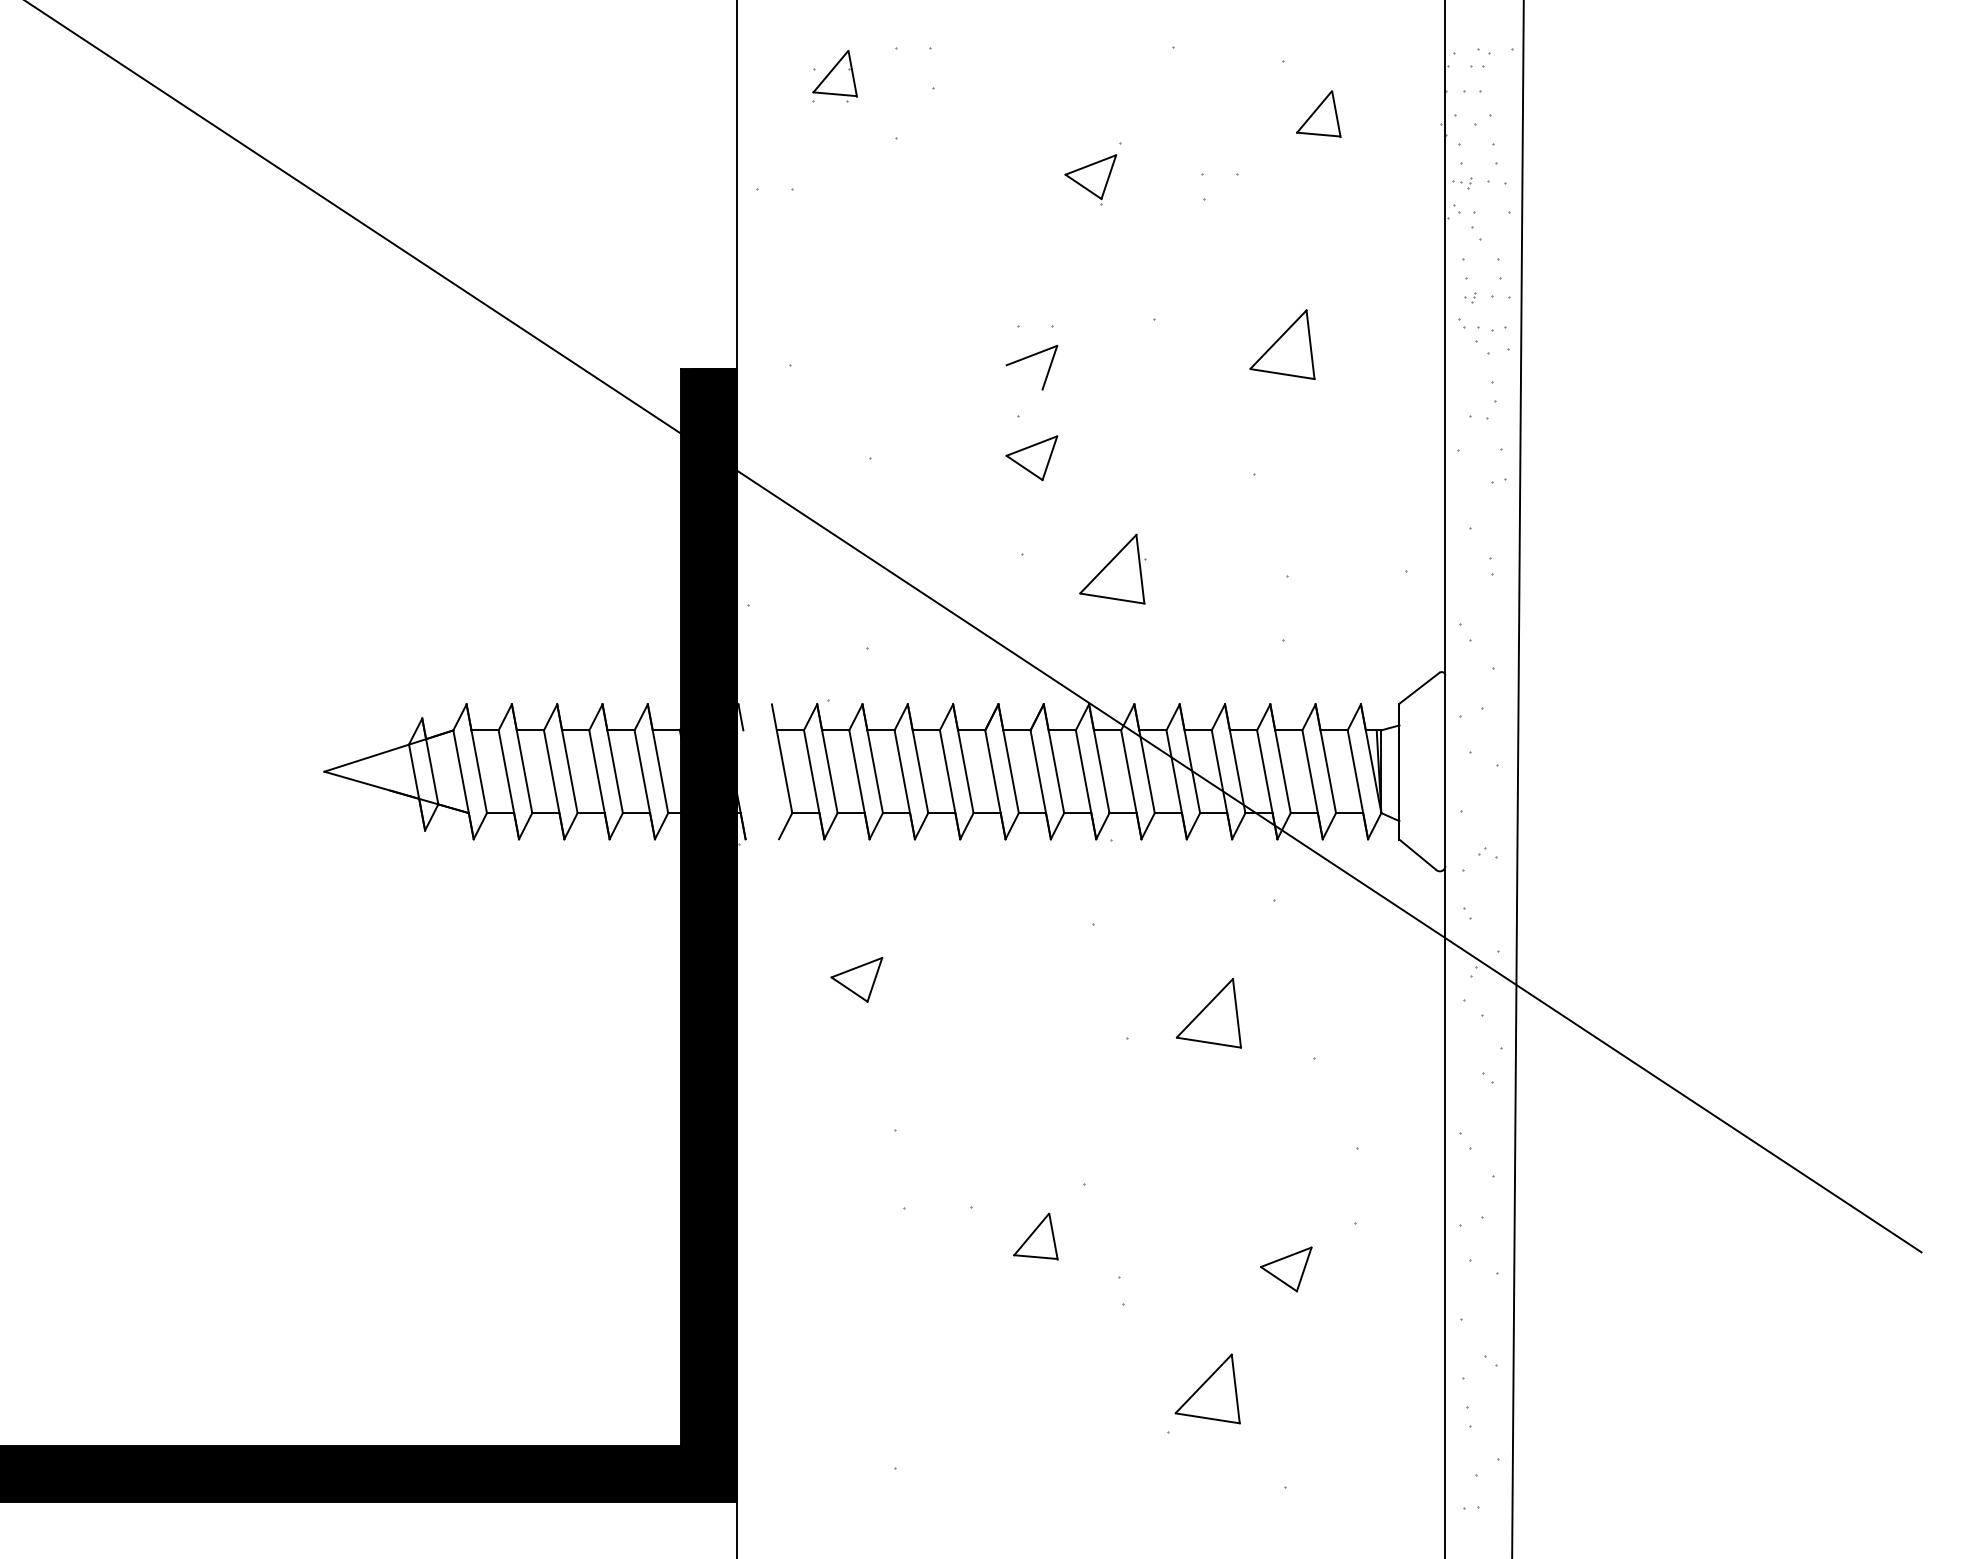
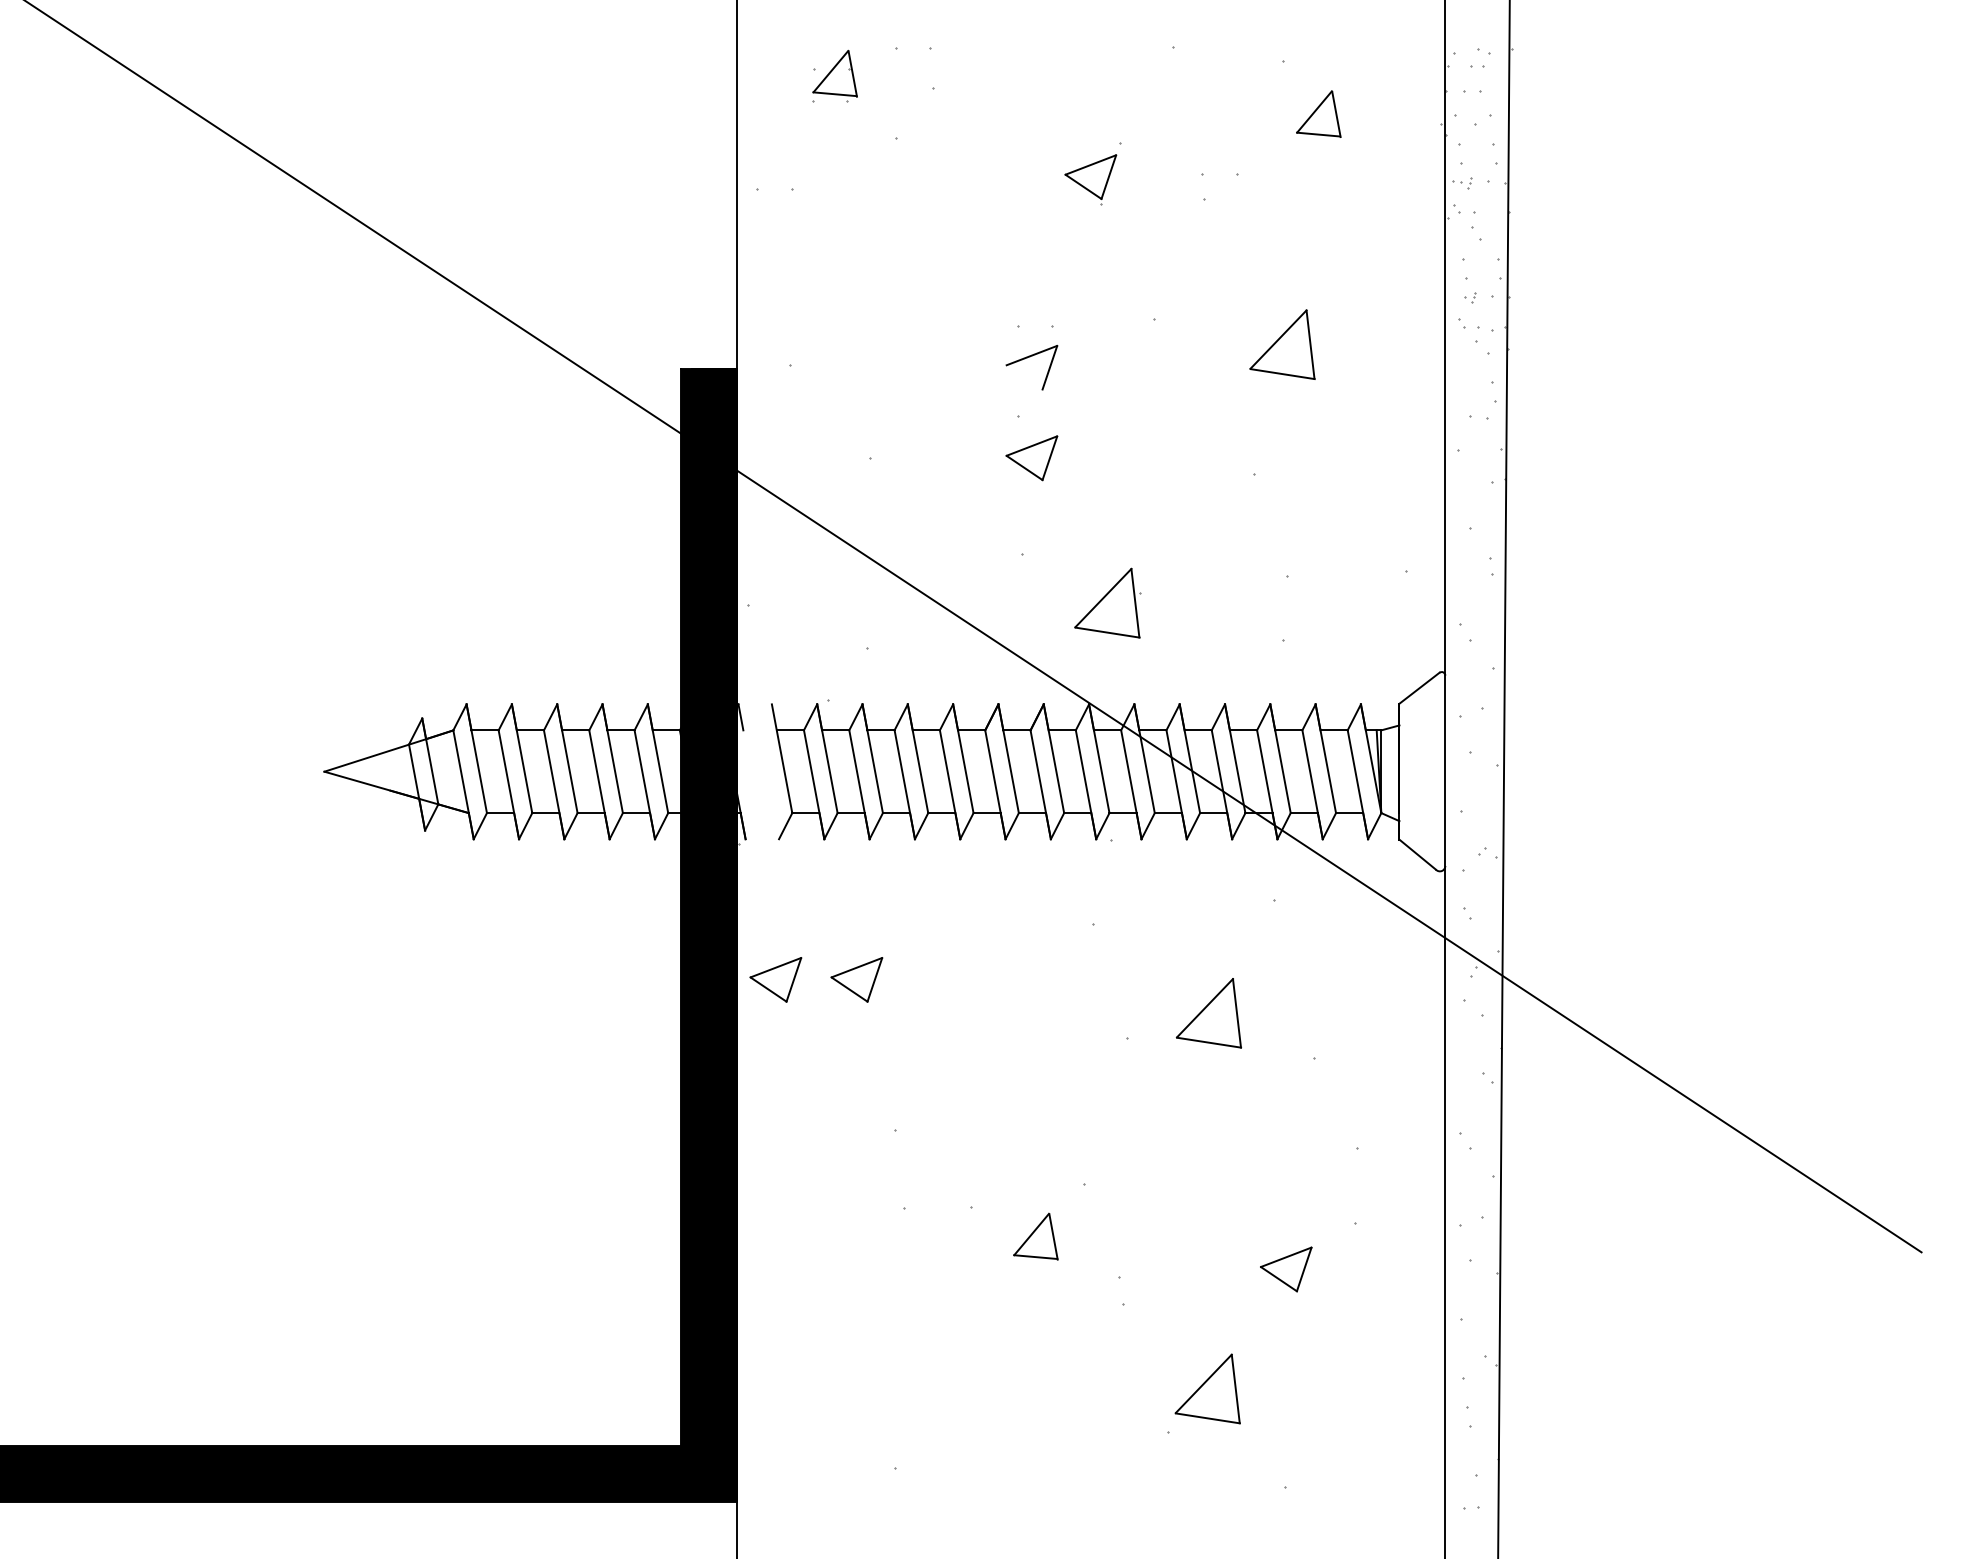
part at (1112, 568) position: (1112, 568) -> (1107, 602)
line at (1517, 778) position: (1517, 778) -> (1503, 778)
part at (775, 979): none -> present
